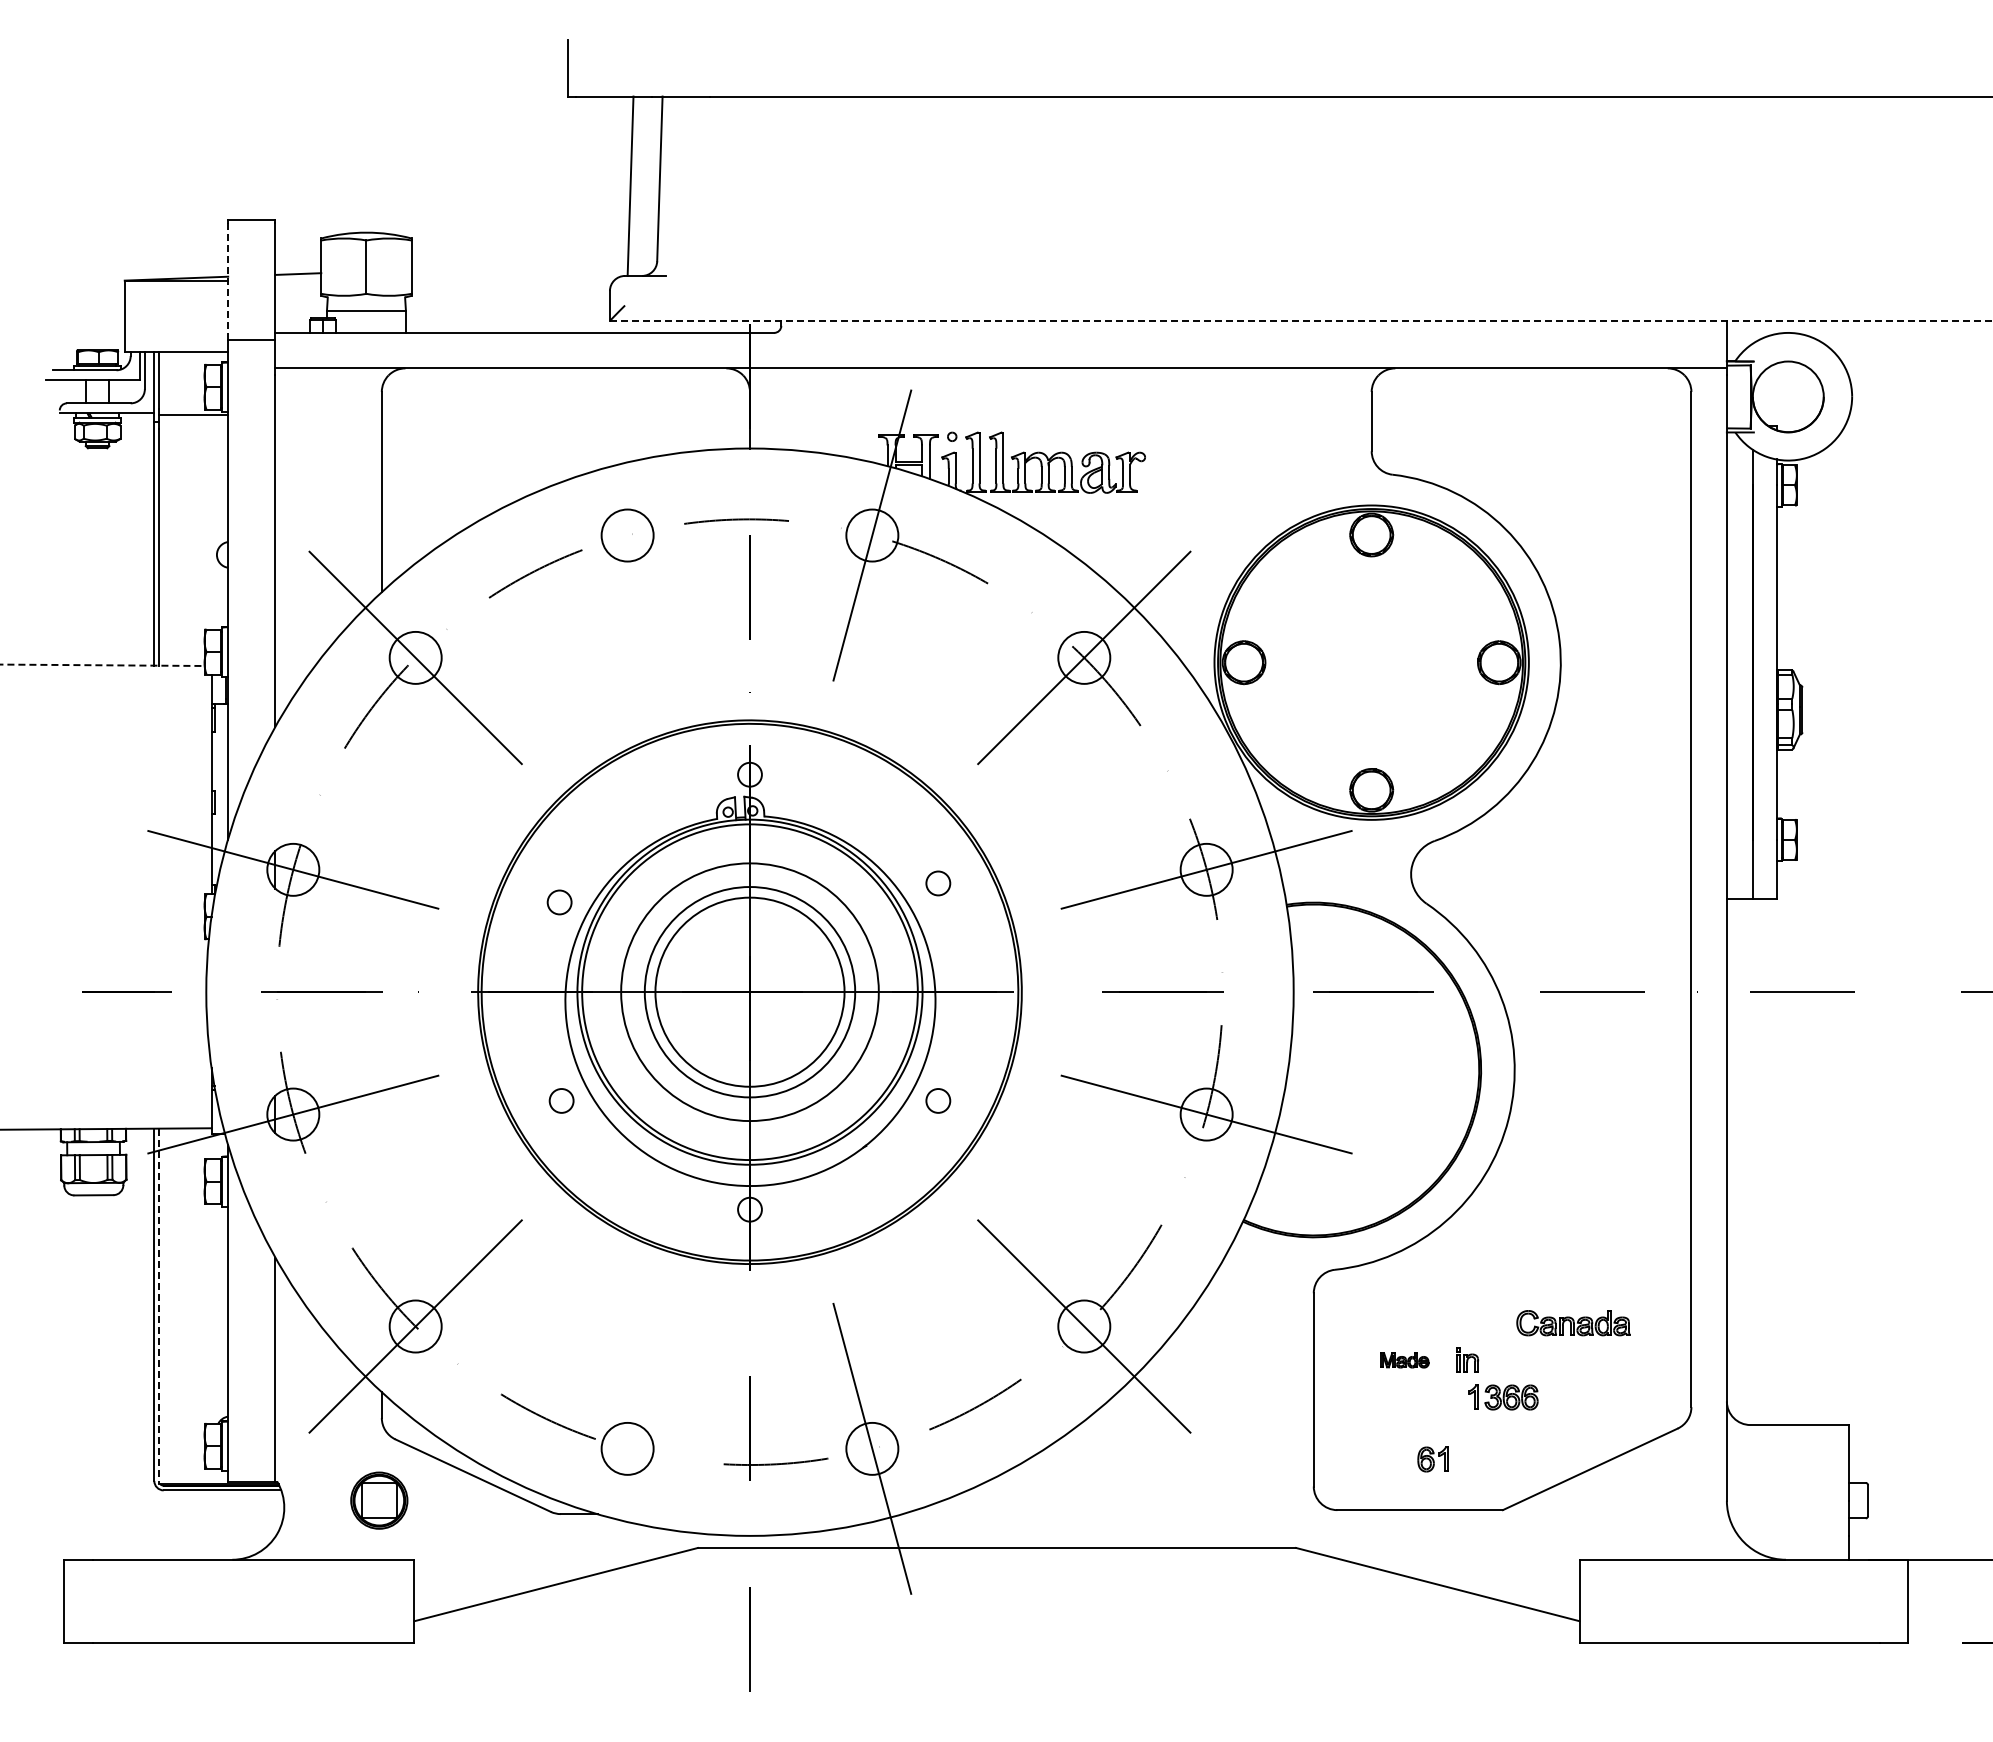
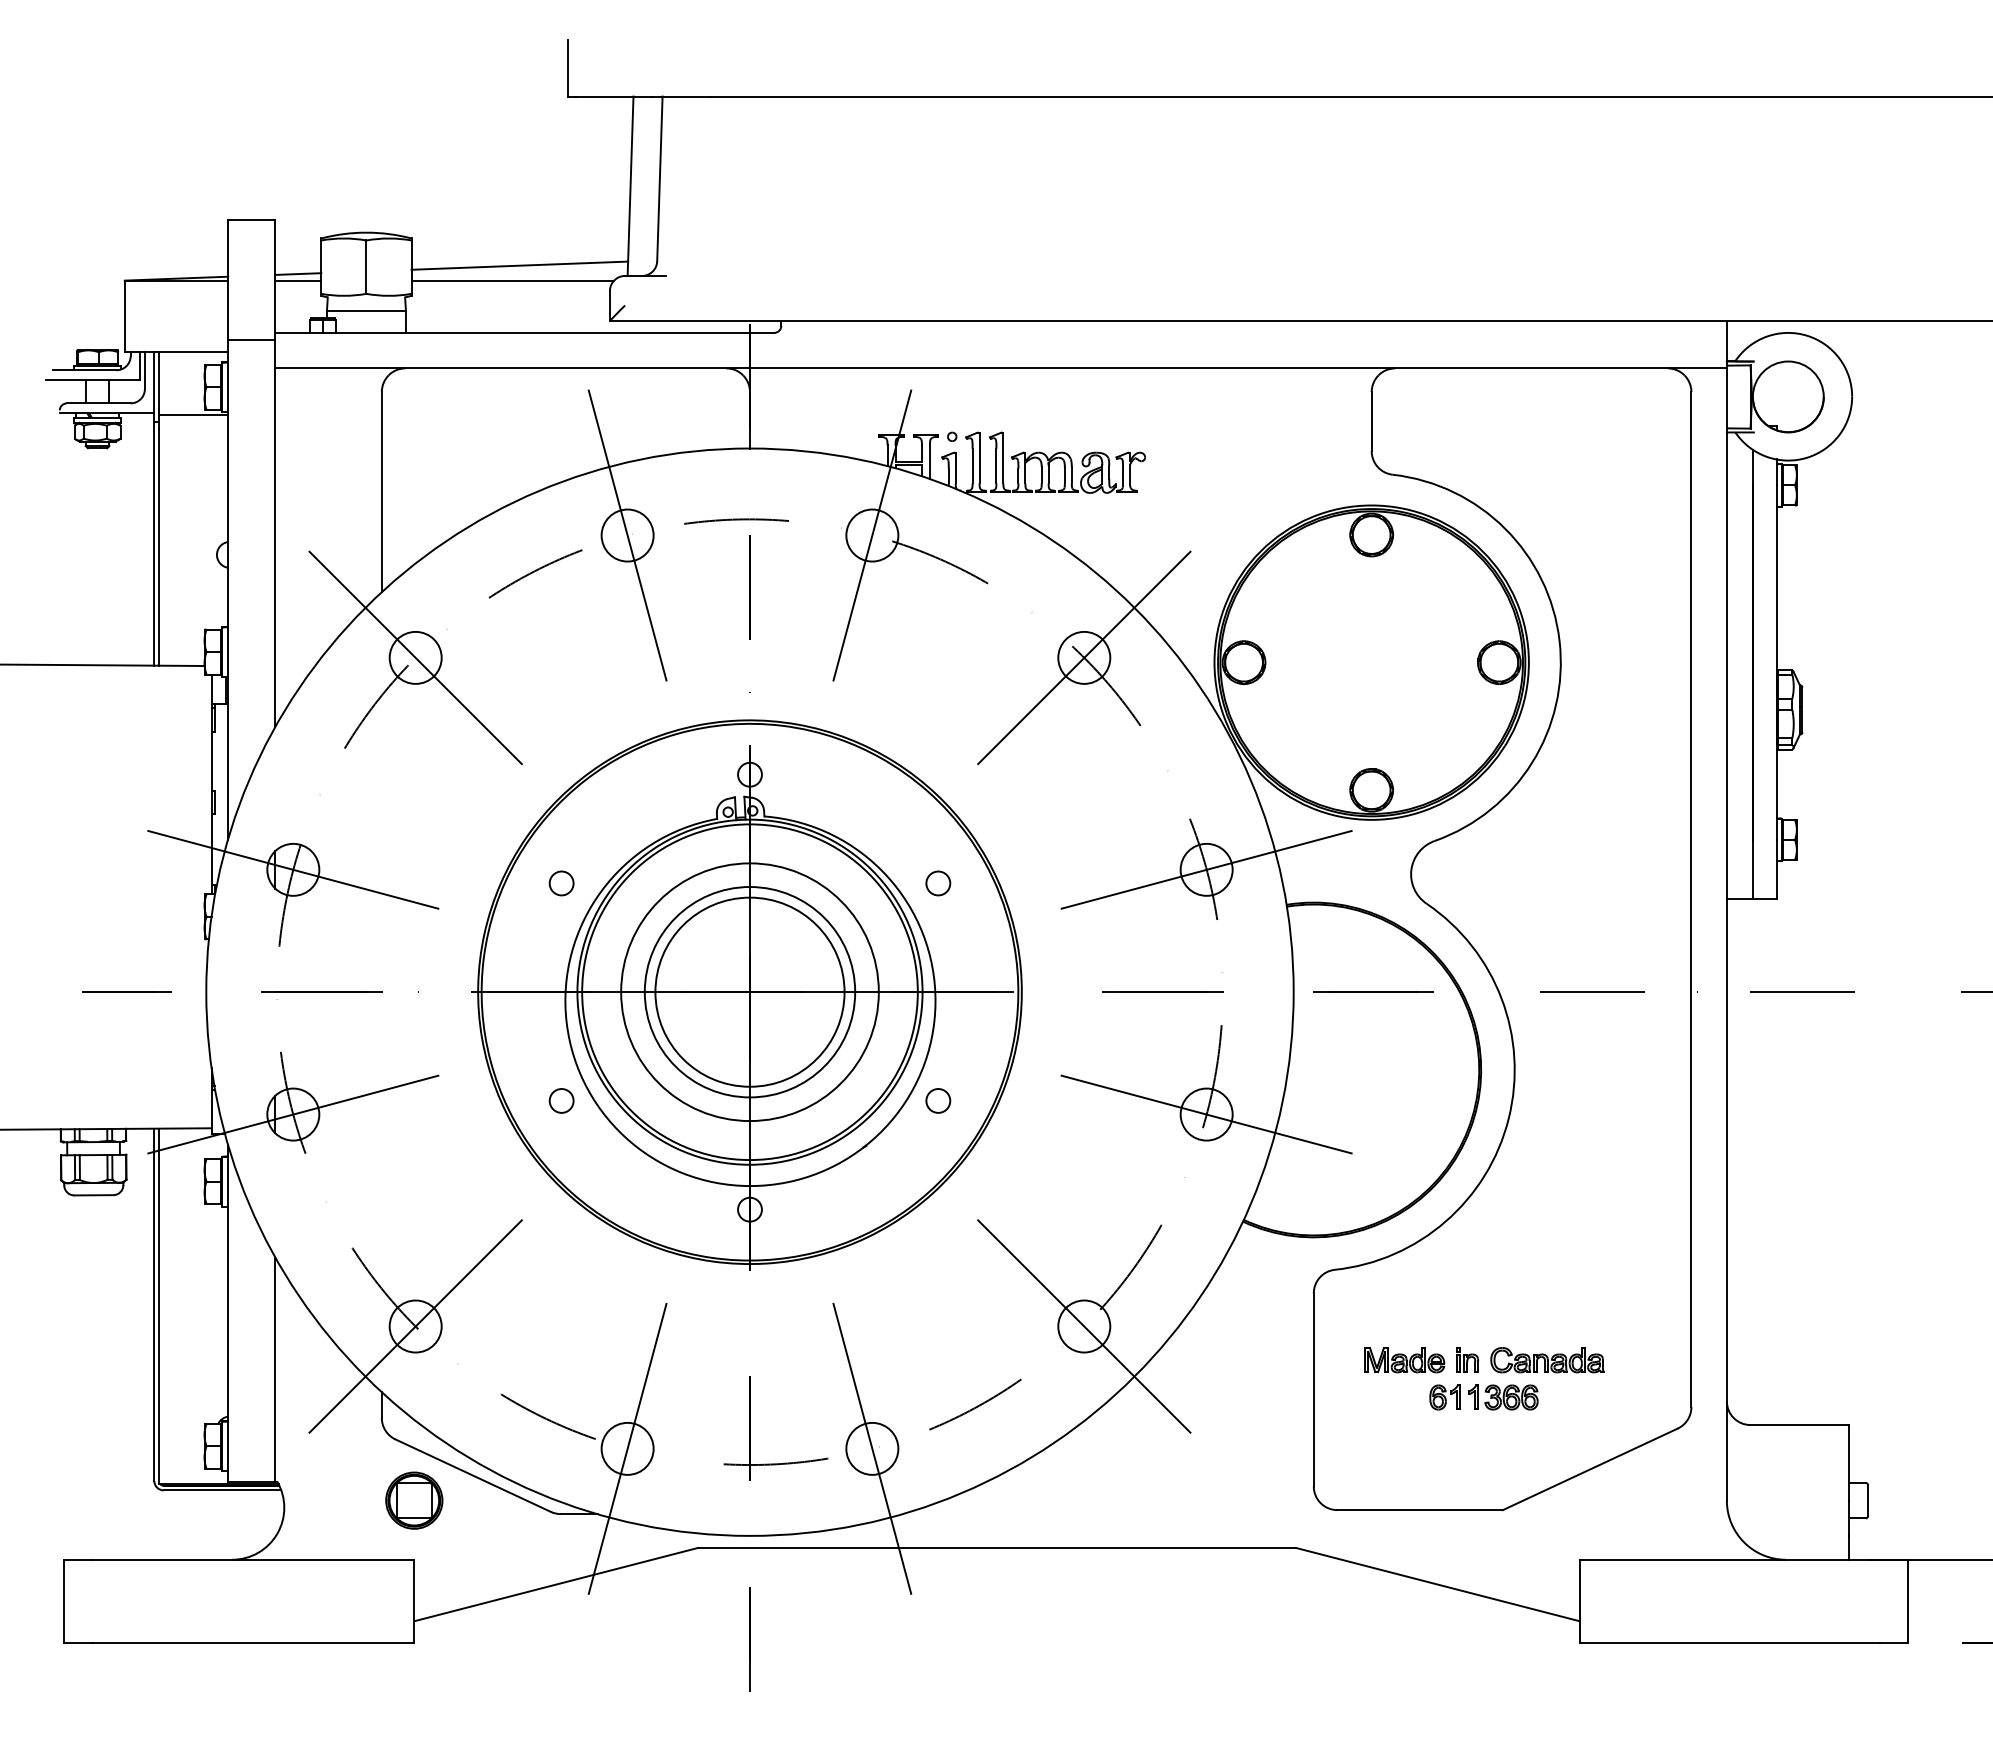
line at (519, 265): none -> present
line at (298, 280): none -> present
line at (512, 280): none -> present
line at (228, 281): dashed -> solid
line at (1301, 321): dashed -> solid
line at (627, 535): none -> present
line at (102, 665): dashed -> solid
circle at (559, 902) position: (559, 902) -> (561, 883)
line at (159, 1306): dashed -> solid
part at (1573, 1323) position: (1573, 1323) -> (1547, 1360)
part at (1404, 1360) size: 50x17 px -> 82x27 px
line at (627, 1448): none -> present
part at (1432, 1459) position: (1432, 1459) -> (1444, 1397)
part at (379, 1500) position: (379, 1500) -> (414, 1500)
